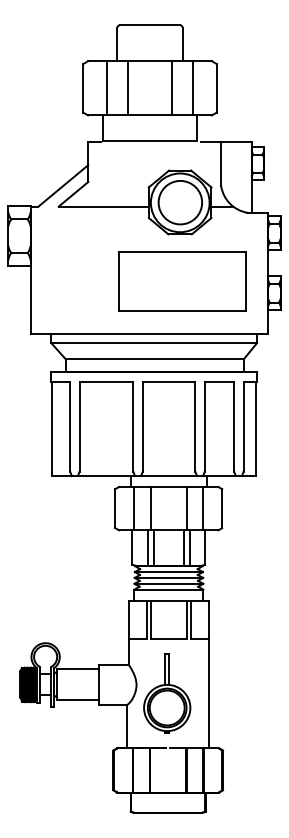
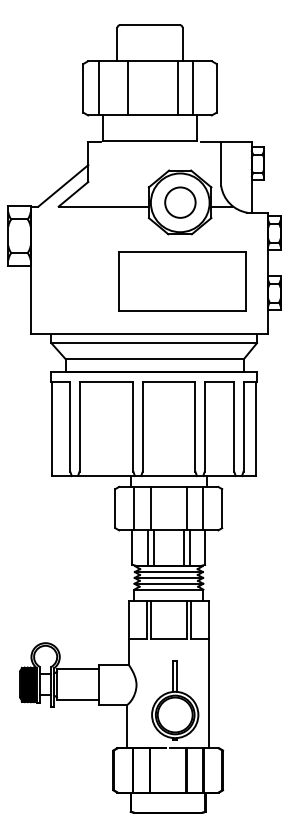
line at (106, 88) position: (106, 88) -> (98, 88)
line at (172, 88) position: (172, 88) -> (178, 88)
circle at (180, 202) diameter: 43 px -> 30 px
part at (167, 693) position: (167, 693) -> (175, 700)
